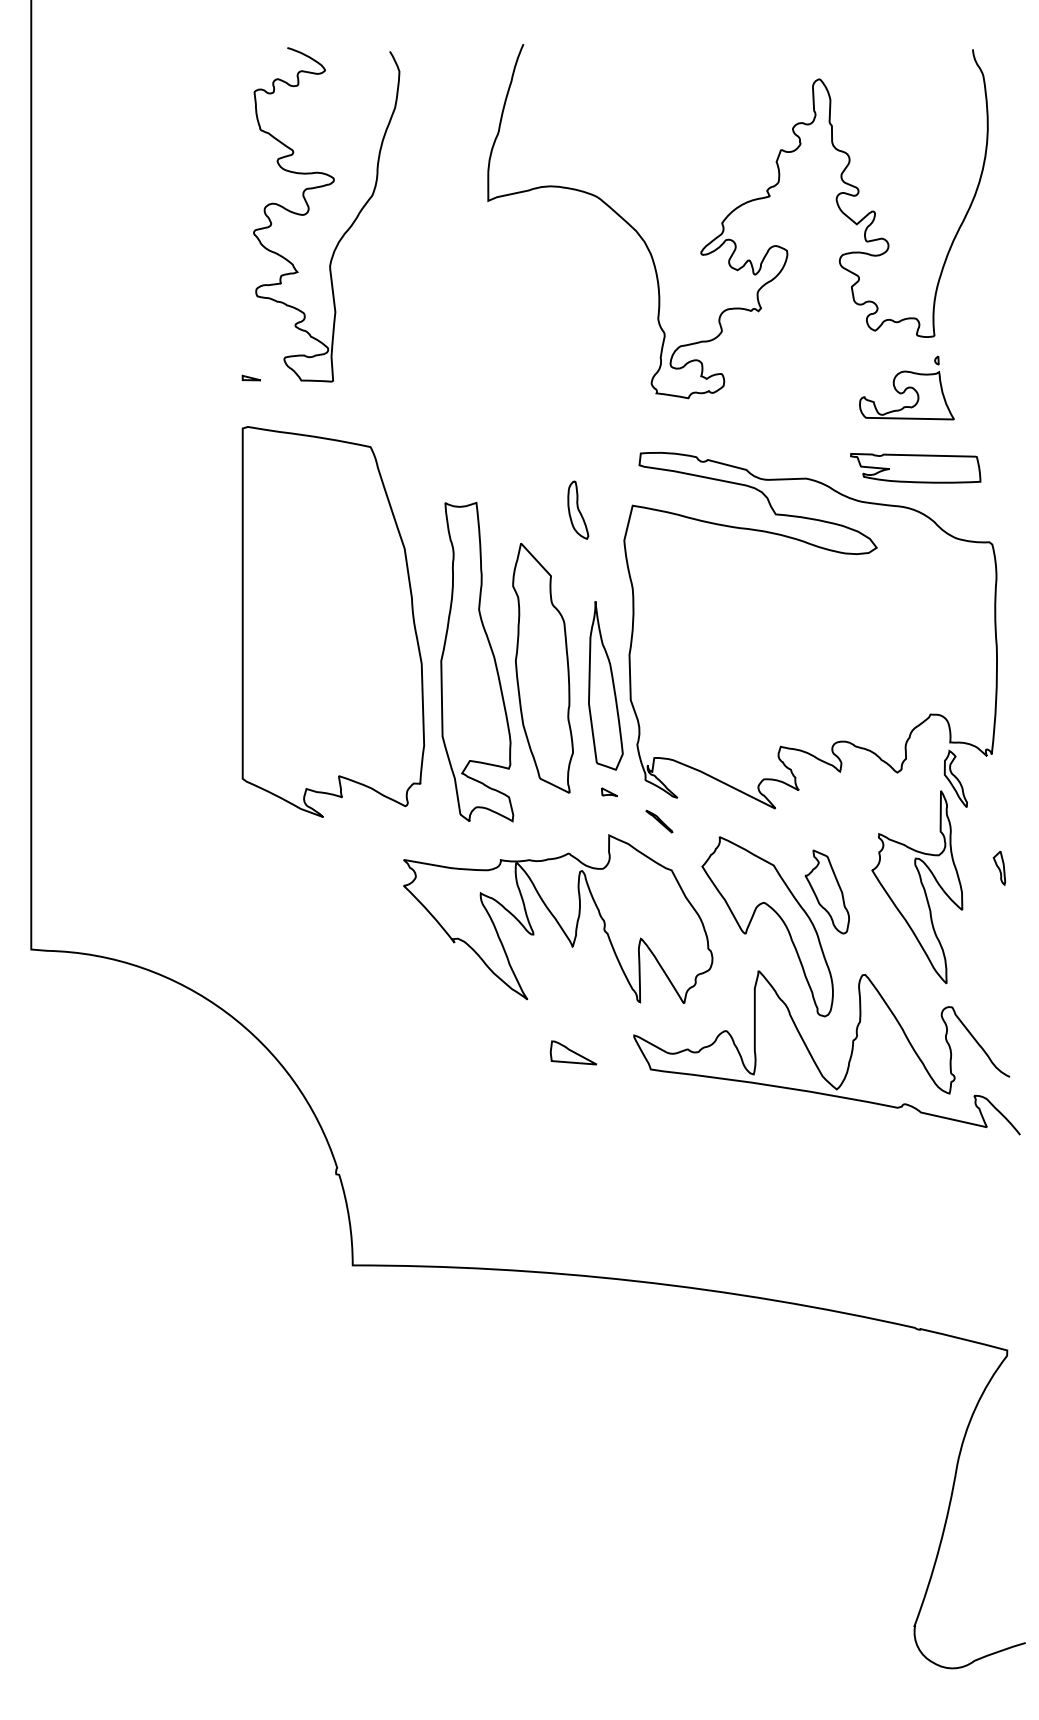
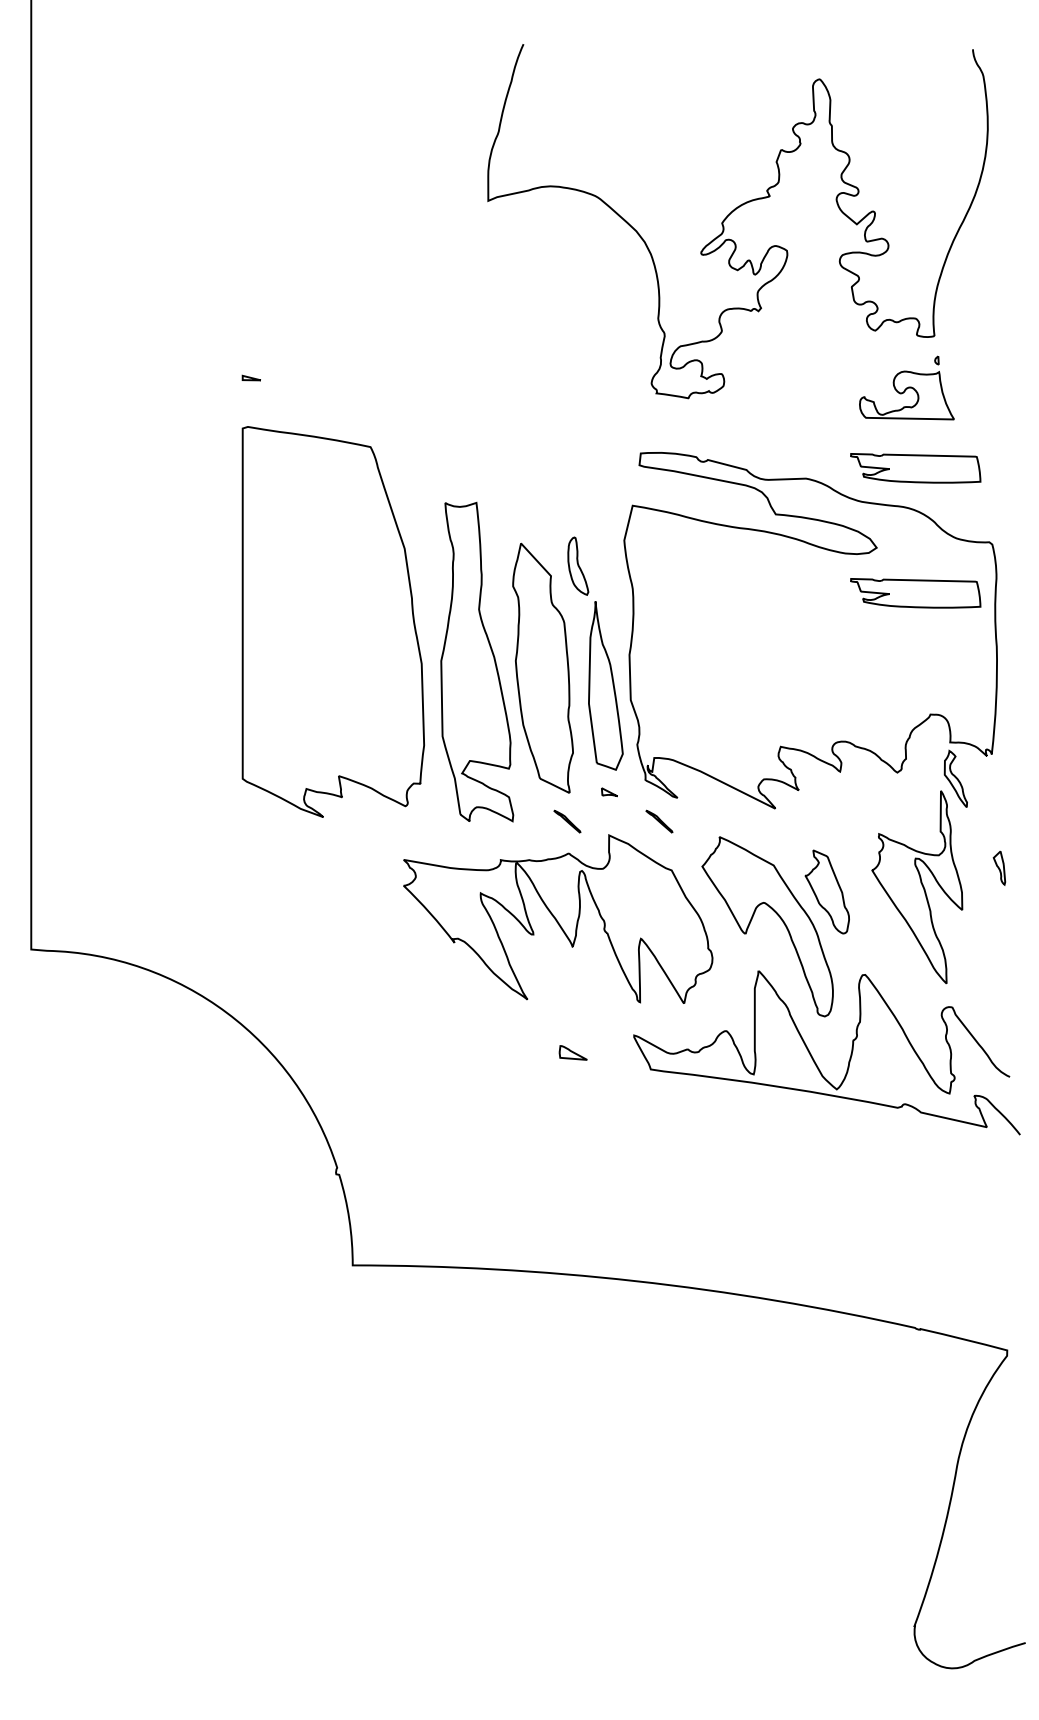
curve at (309, 210): present -> none
part at (578, 509) position: (578, 509) -> (578, 565)
part at (915, 593): none -> present
part at (567, 821): none -> present
part at (572, 1052) size: 48x26 px -> 30x16 px
